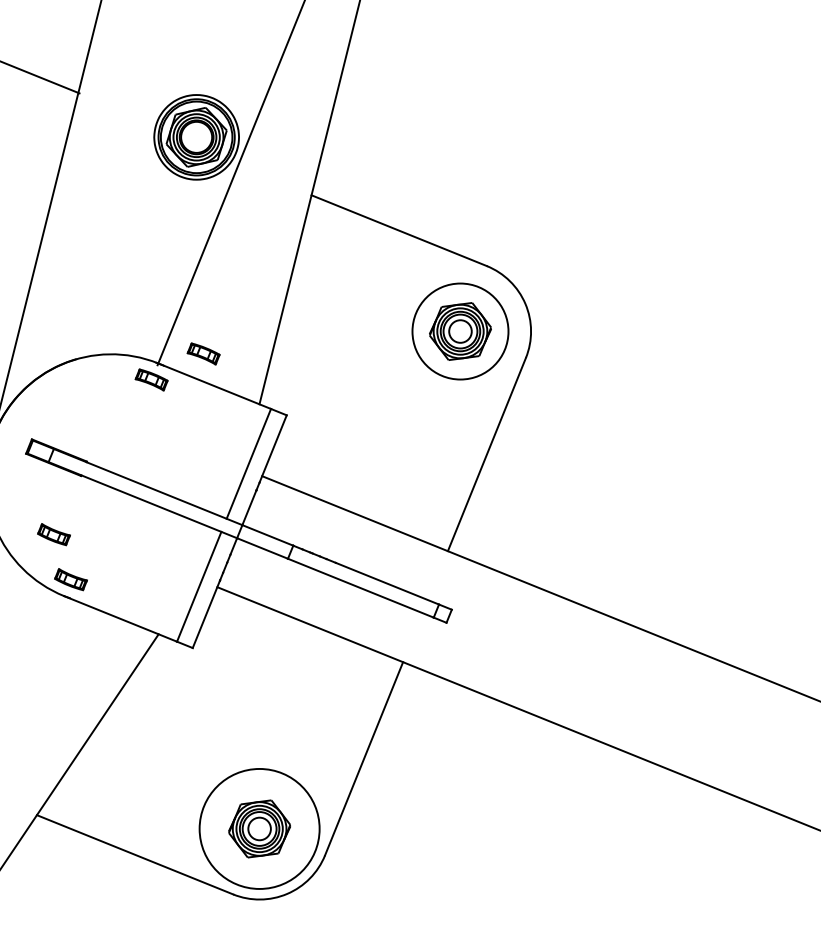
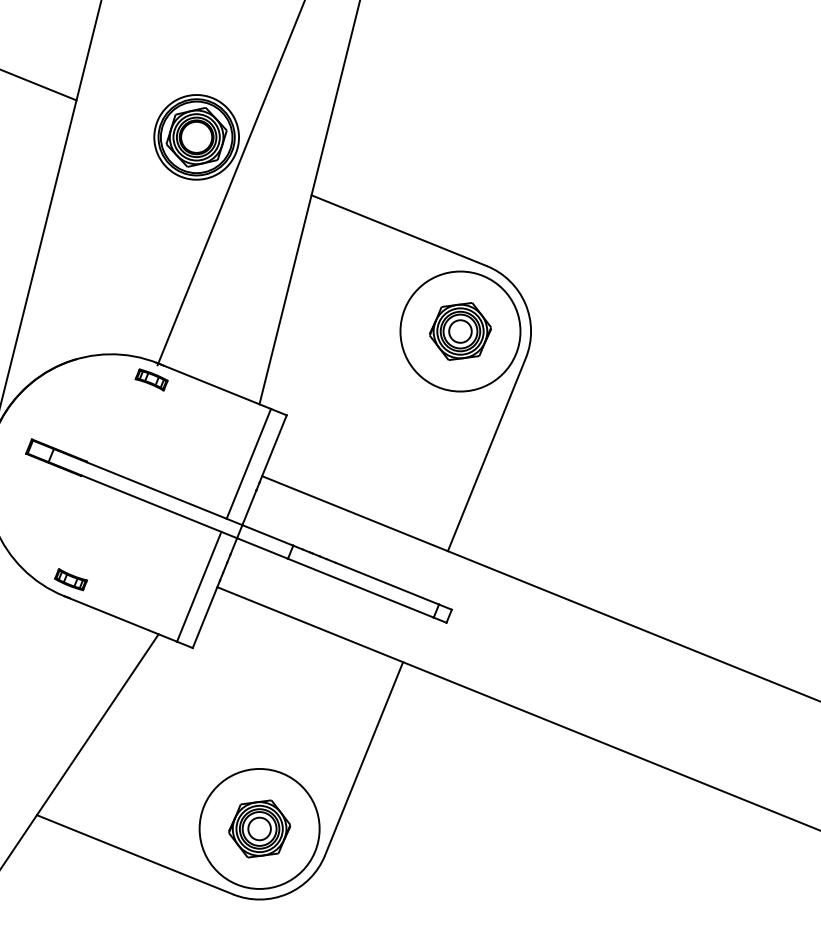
line at (40, 77) position: (40, 77) -> (39, 85)
circle at (460, 331) diameter: 96 px -> 120 px
part at (203, 353): present -> none
part at (53, 534): present -> none
